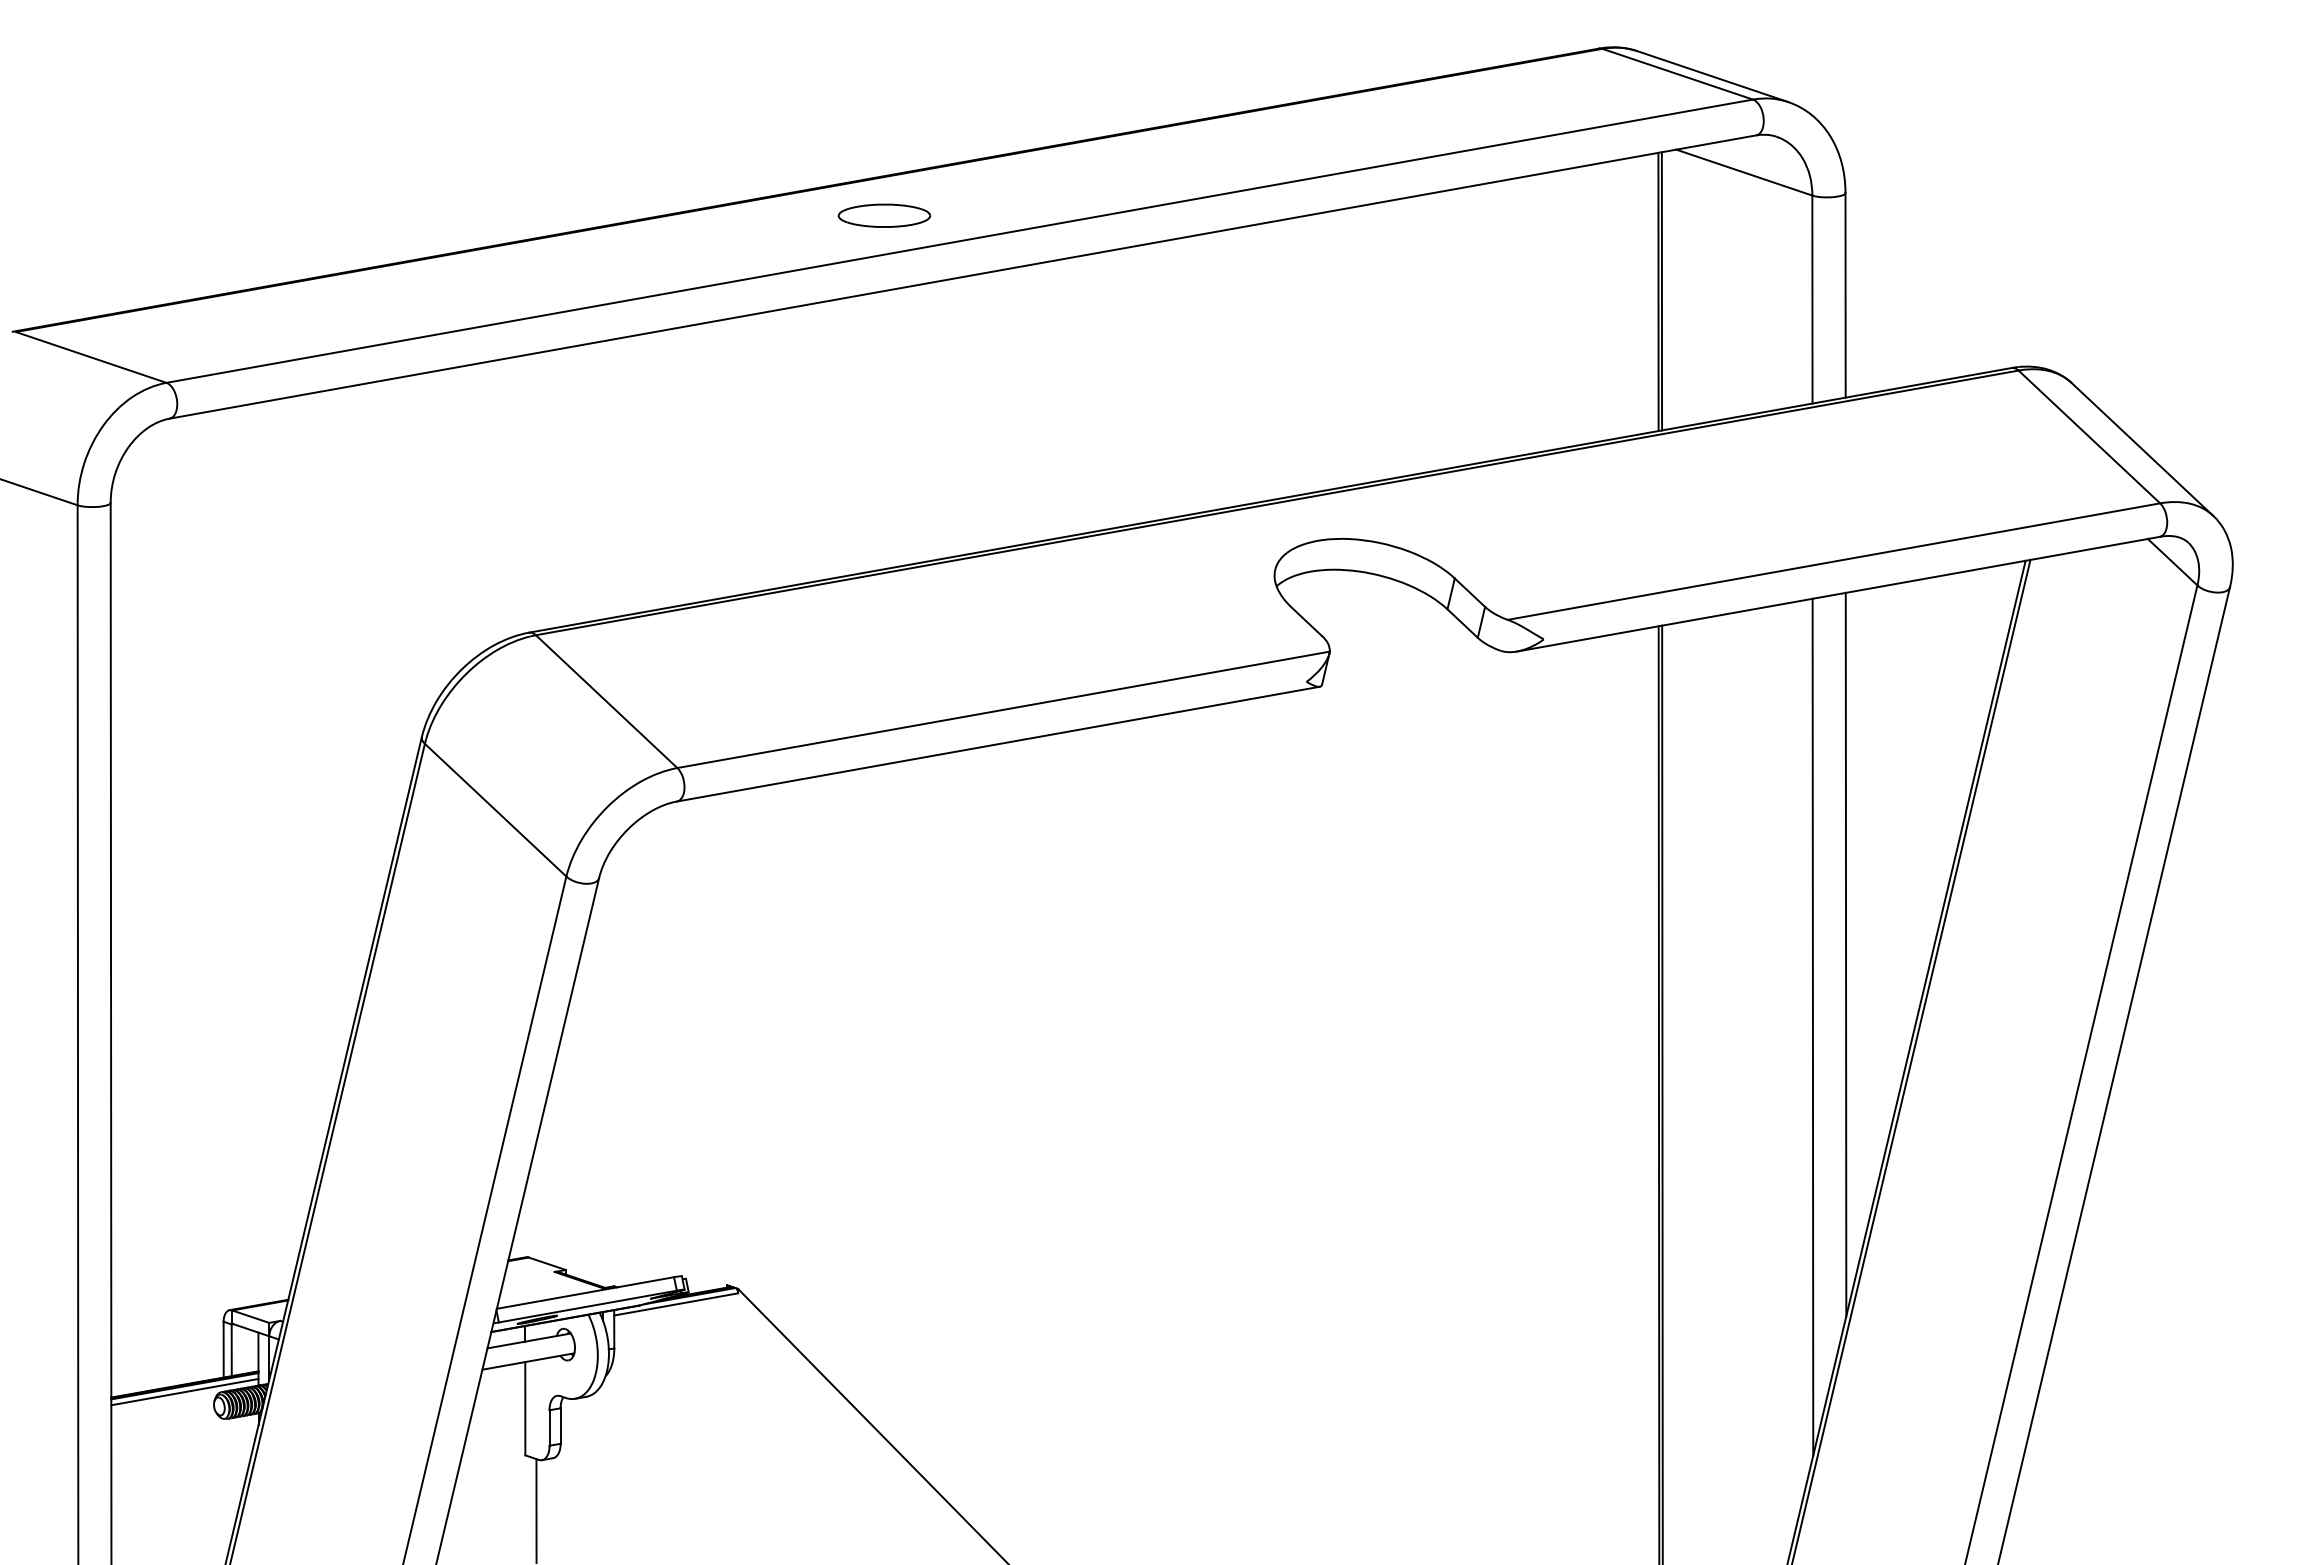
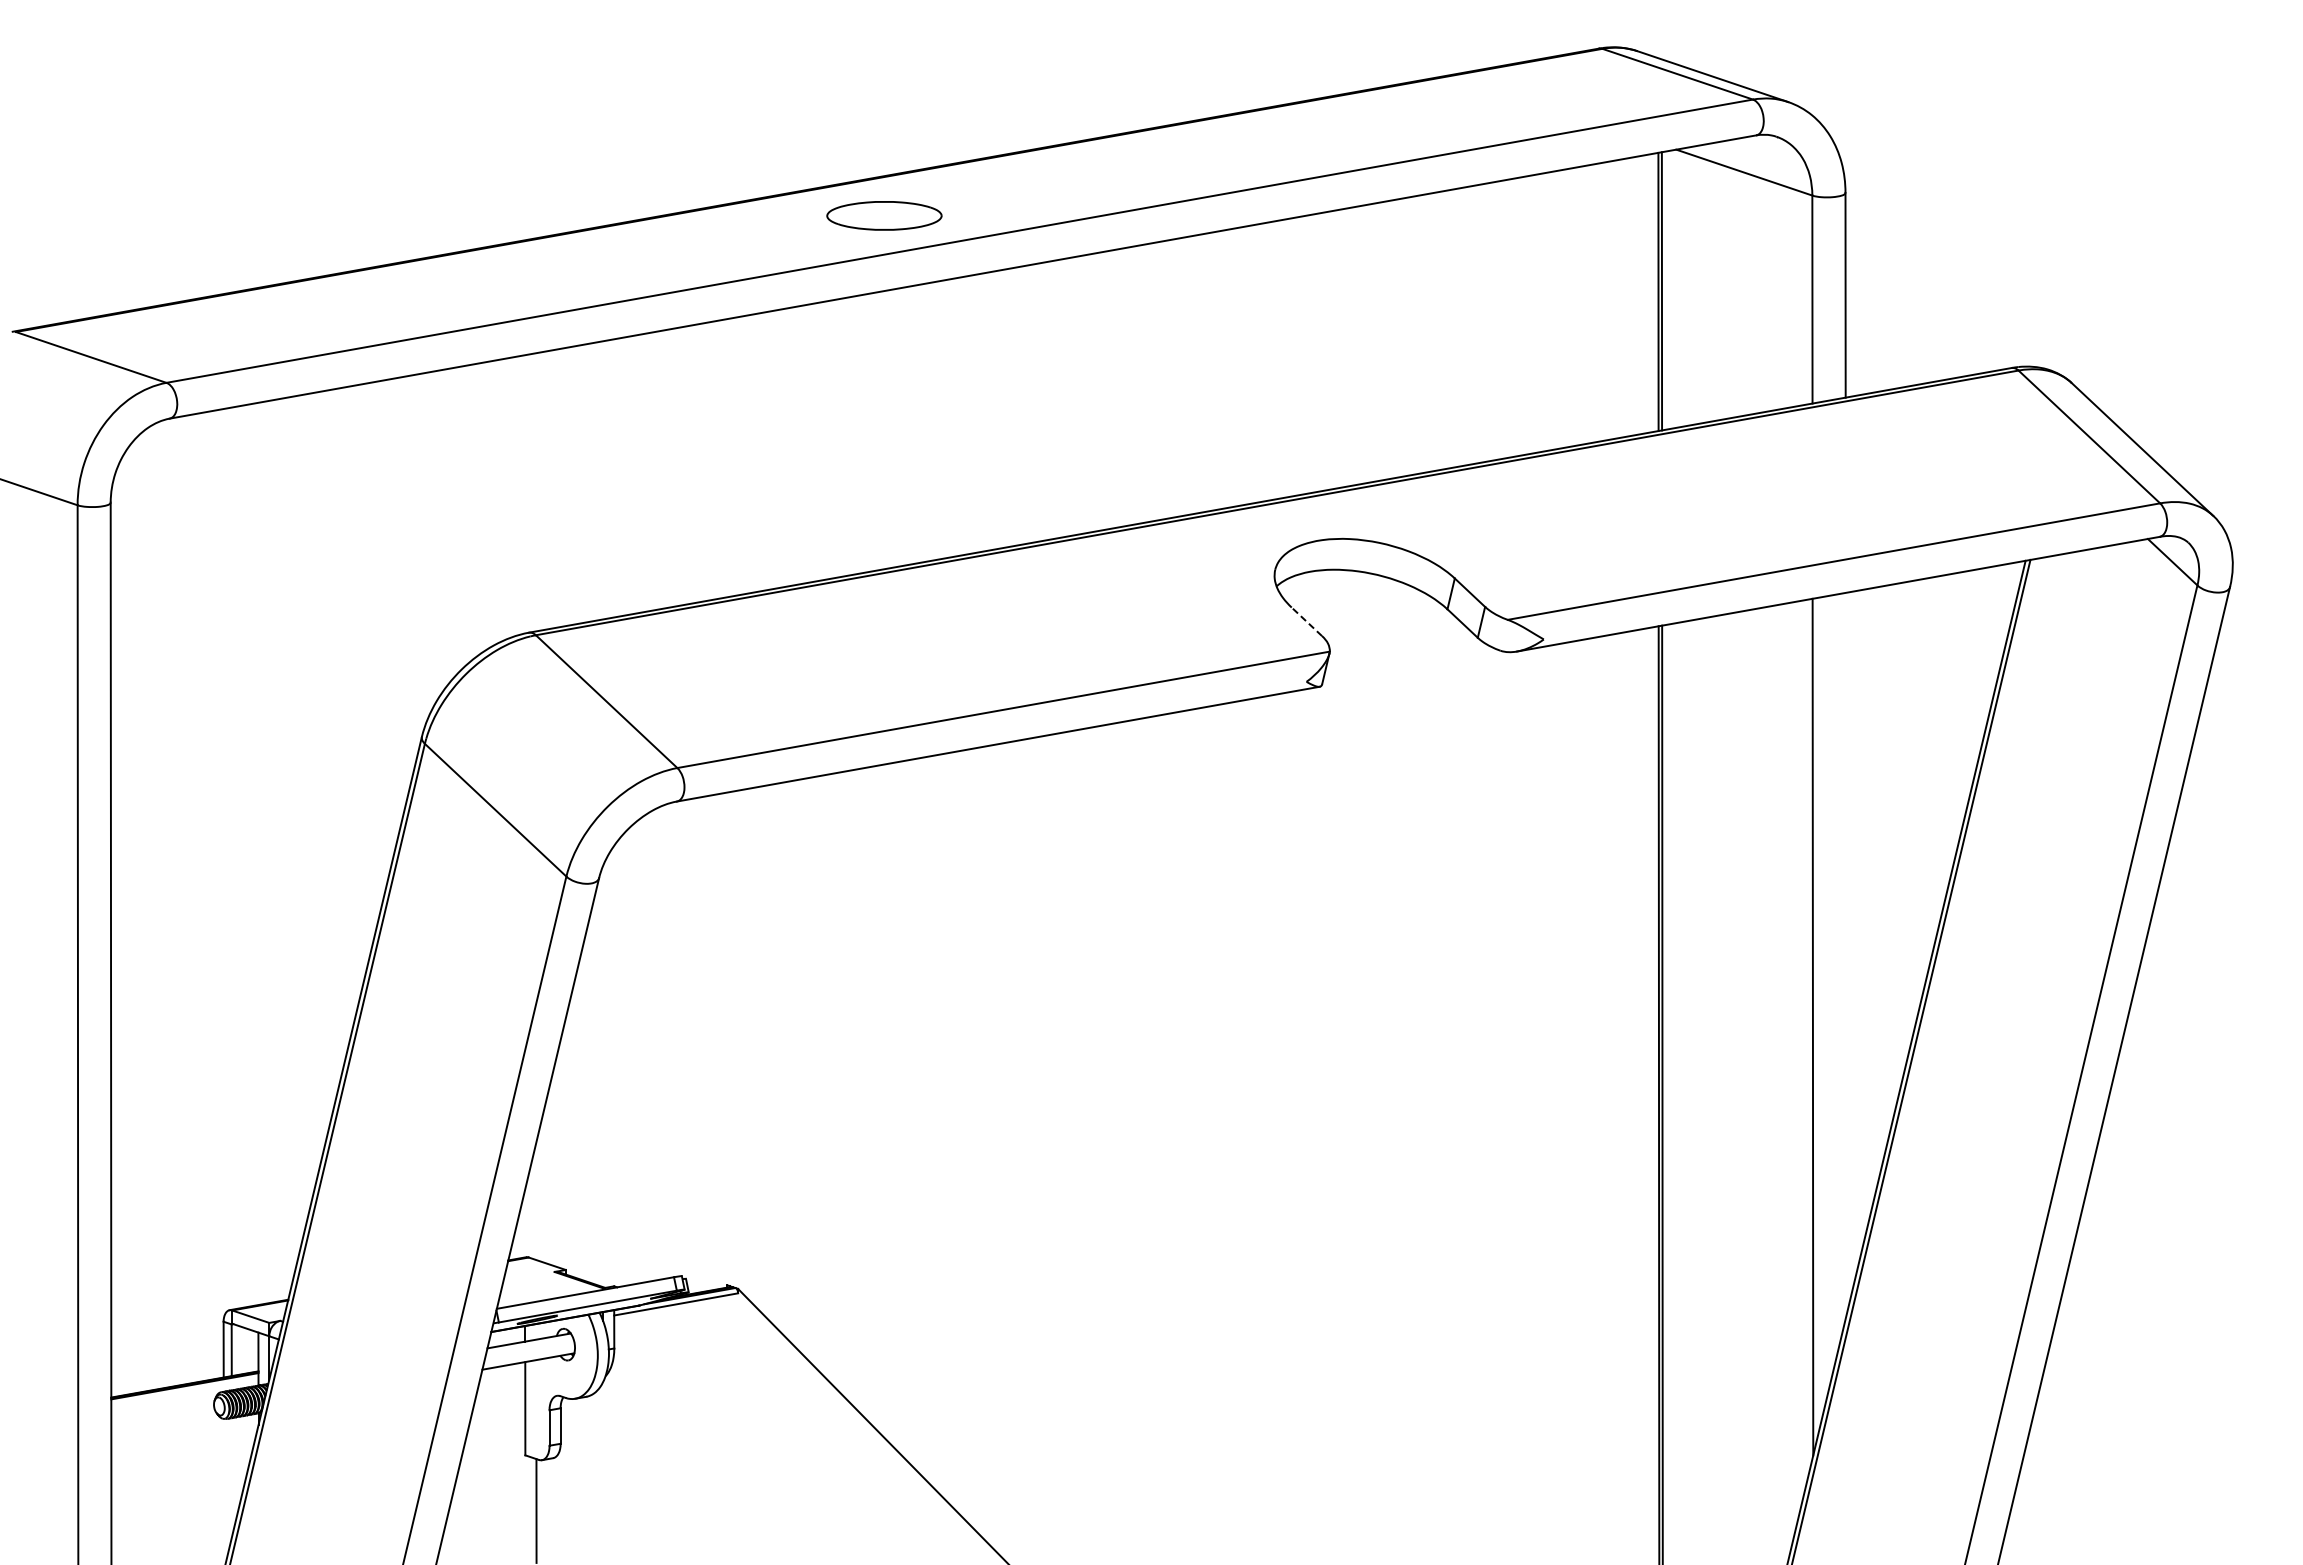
part at (884, 215) size: 95x25 px -> 117x30 px
line at (1306, 621): solid -> dashed
line at (1845, 954): present -> none
line at (184, 1391): present -> none
